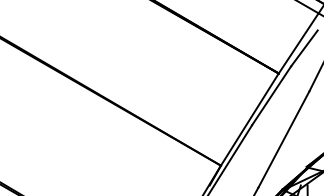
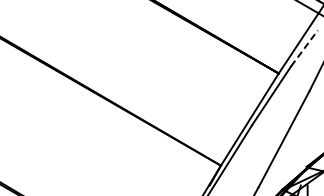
line at (304, 48): solid -> dashed
